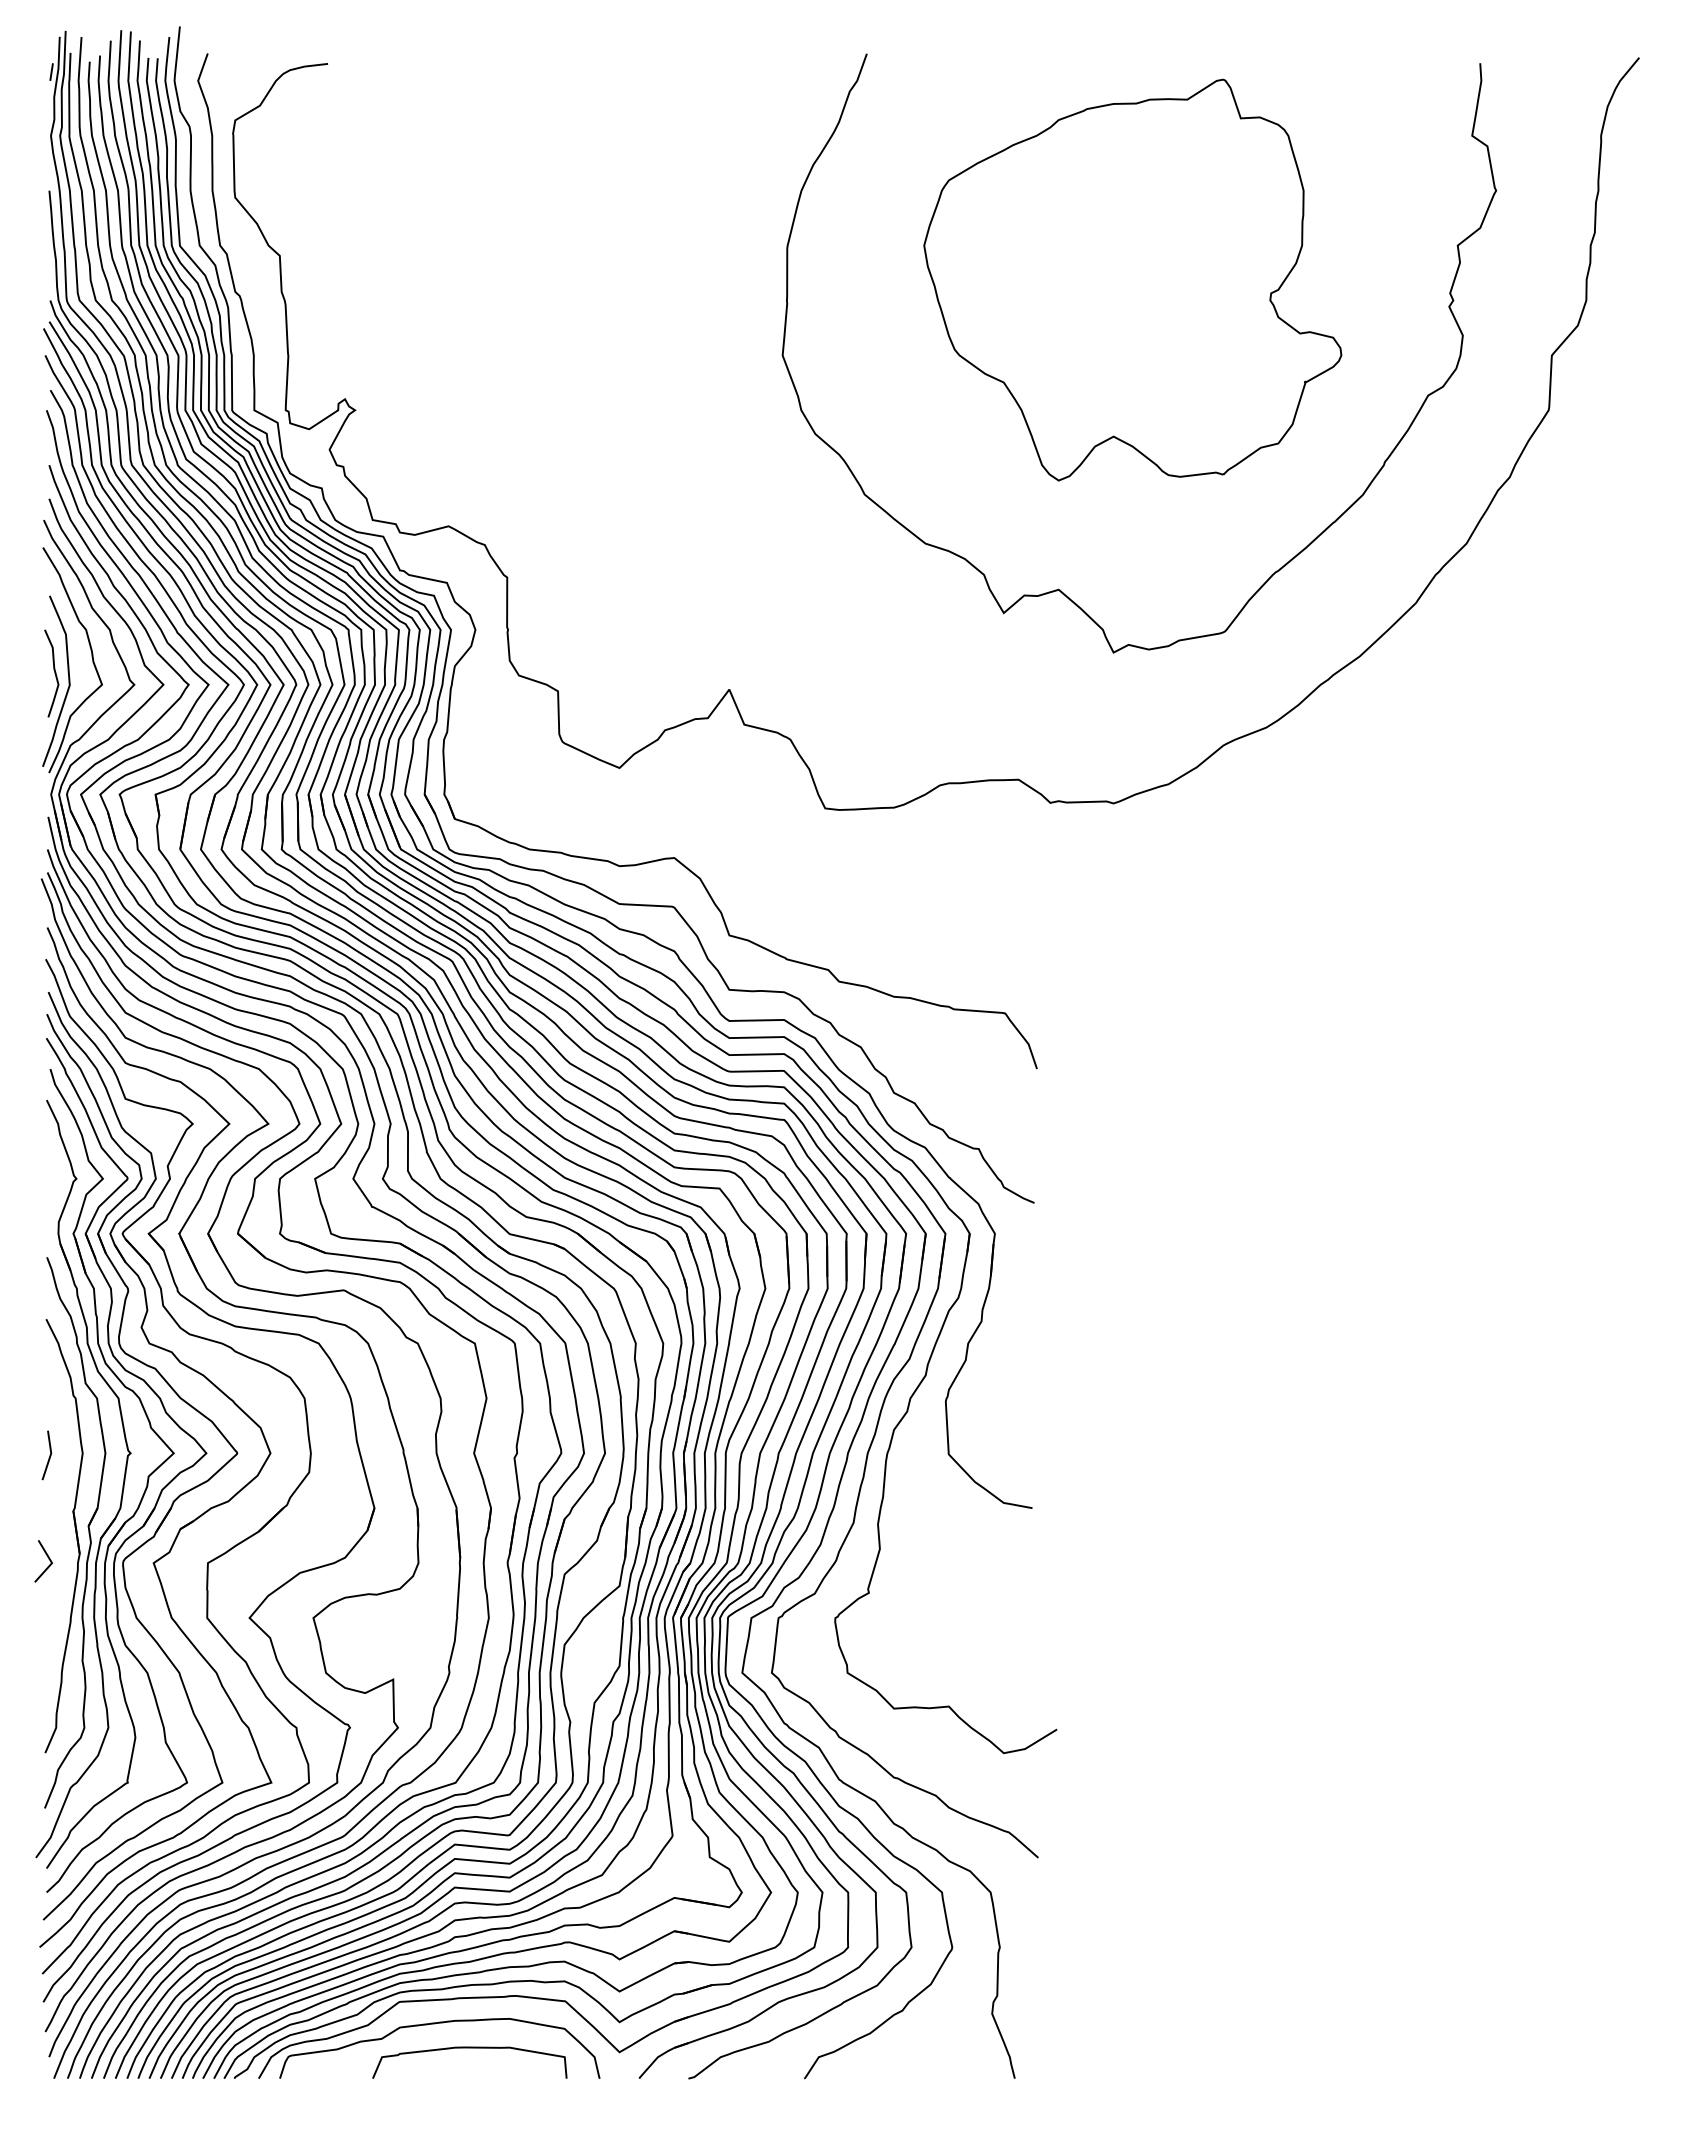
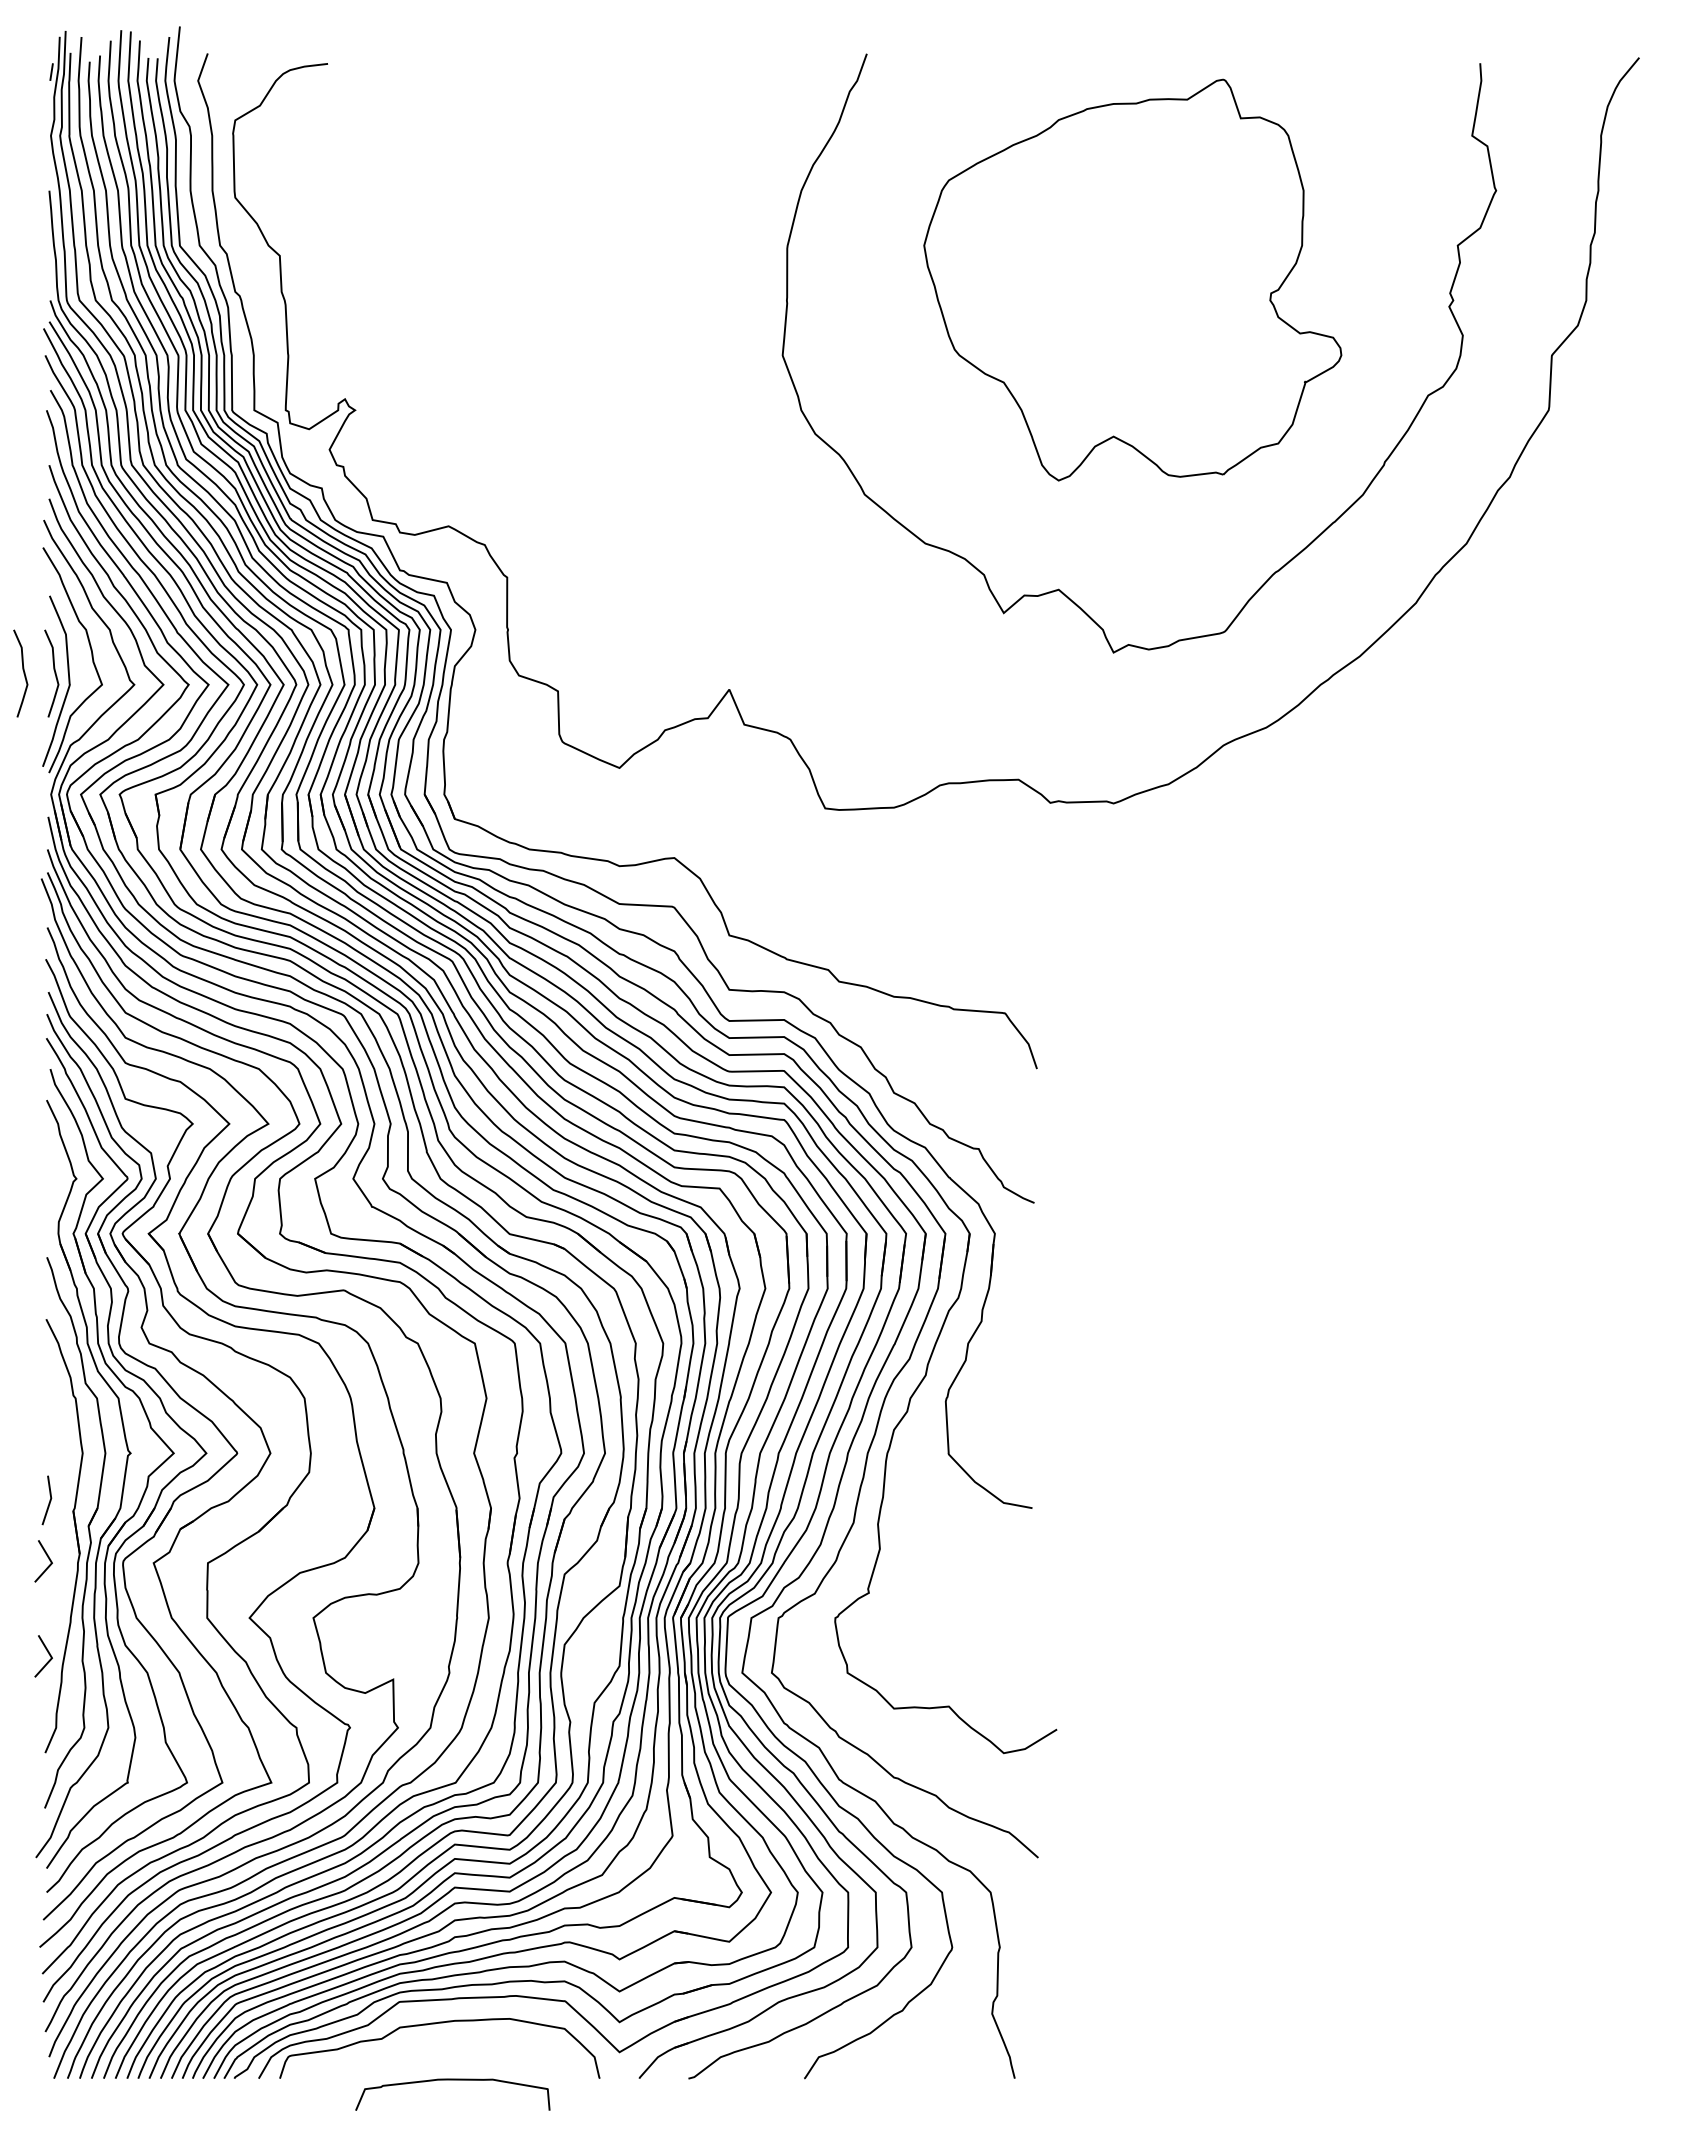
curve at (23, 673): none -> present
line at (49, 1455) position: (49, 1455) -> (49, 1500)
line at (48, 1654): none -> present
curve at (469, 2048) position: (469, 2048) -> (452, 2080)
